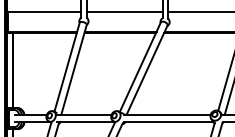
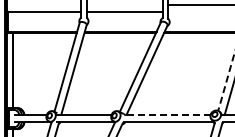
line at (199, 11) position: (199, 11) -> (199, 4)
line at (226, 82): solid -> dashed
line at (166, 114): solid -> dashed
